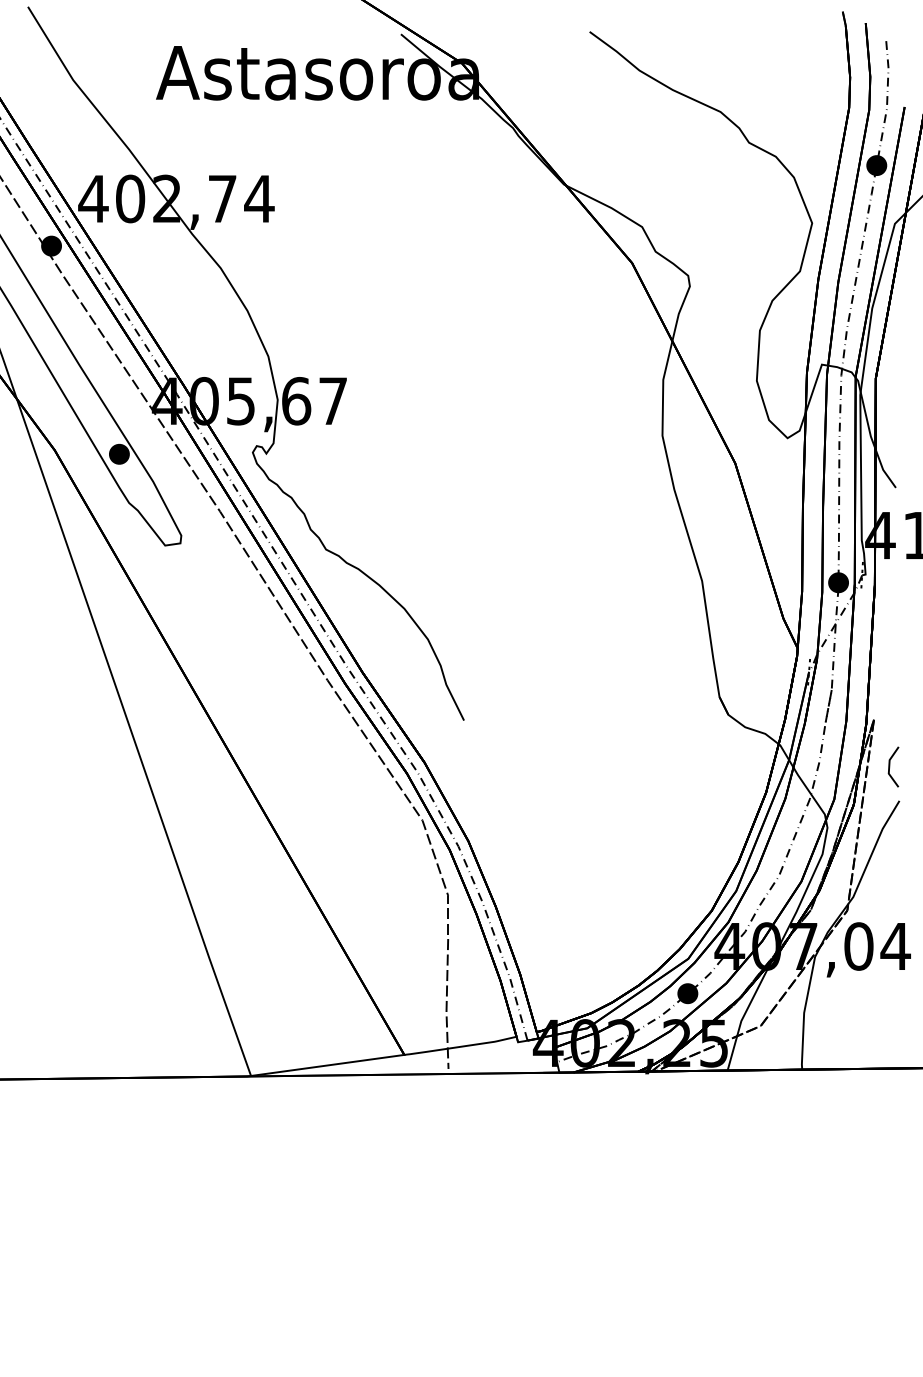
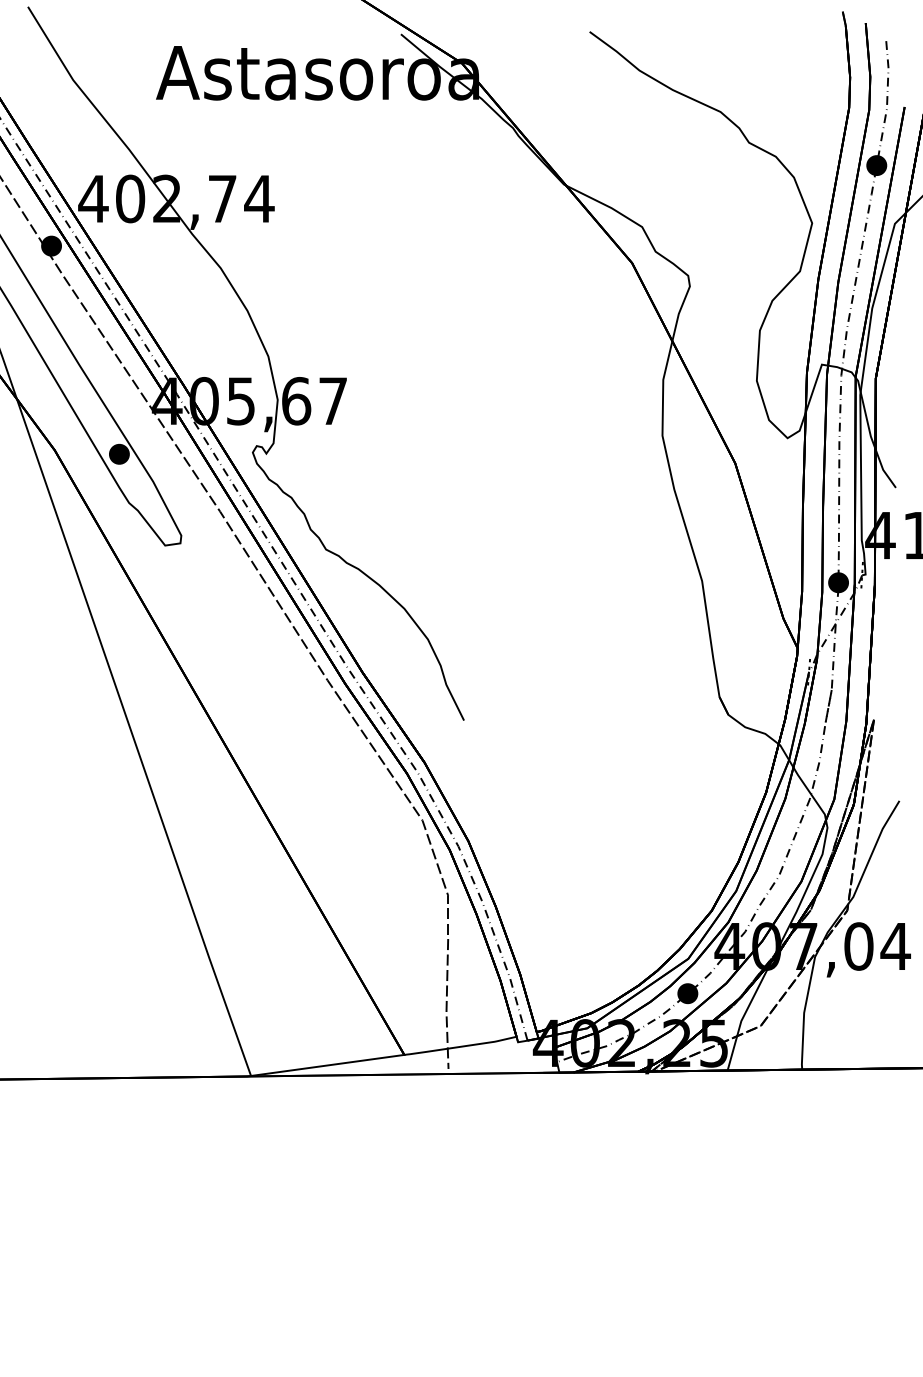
line at (890, 766): present -> none
